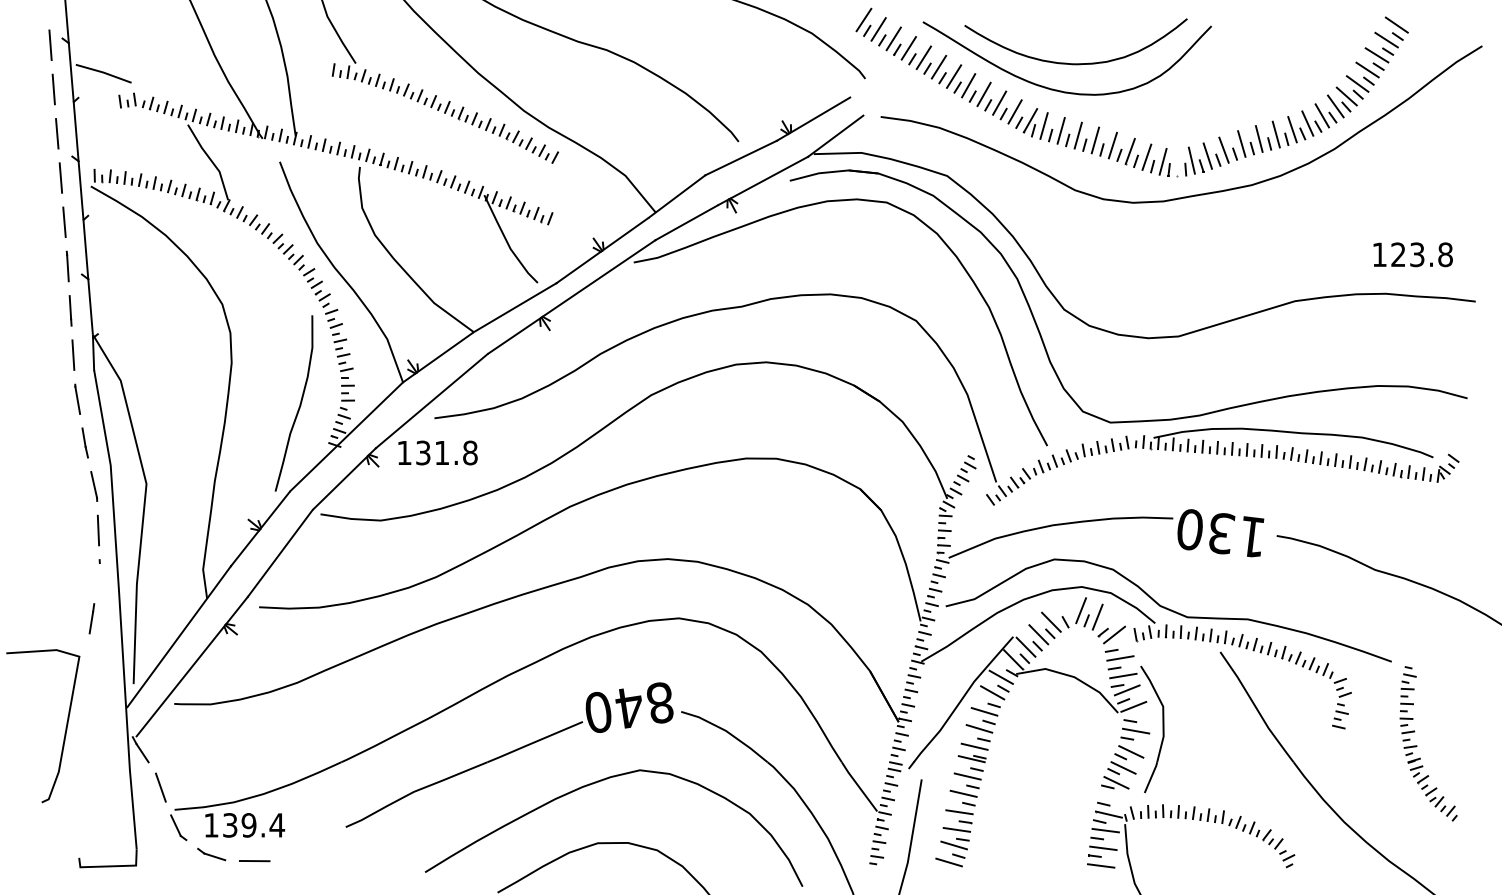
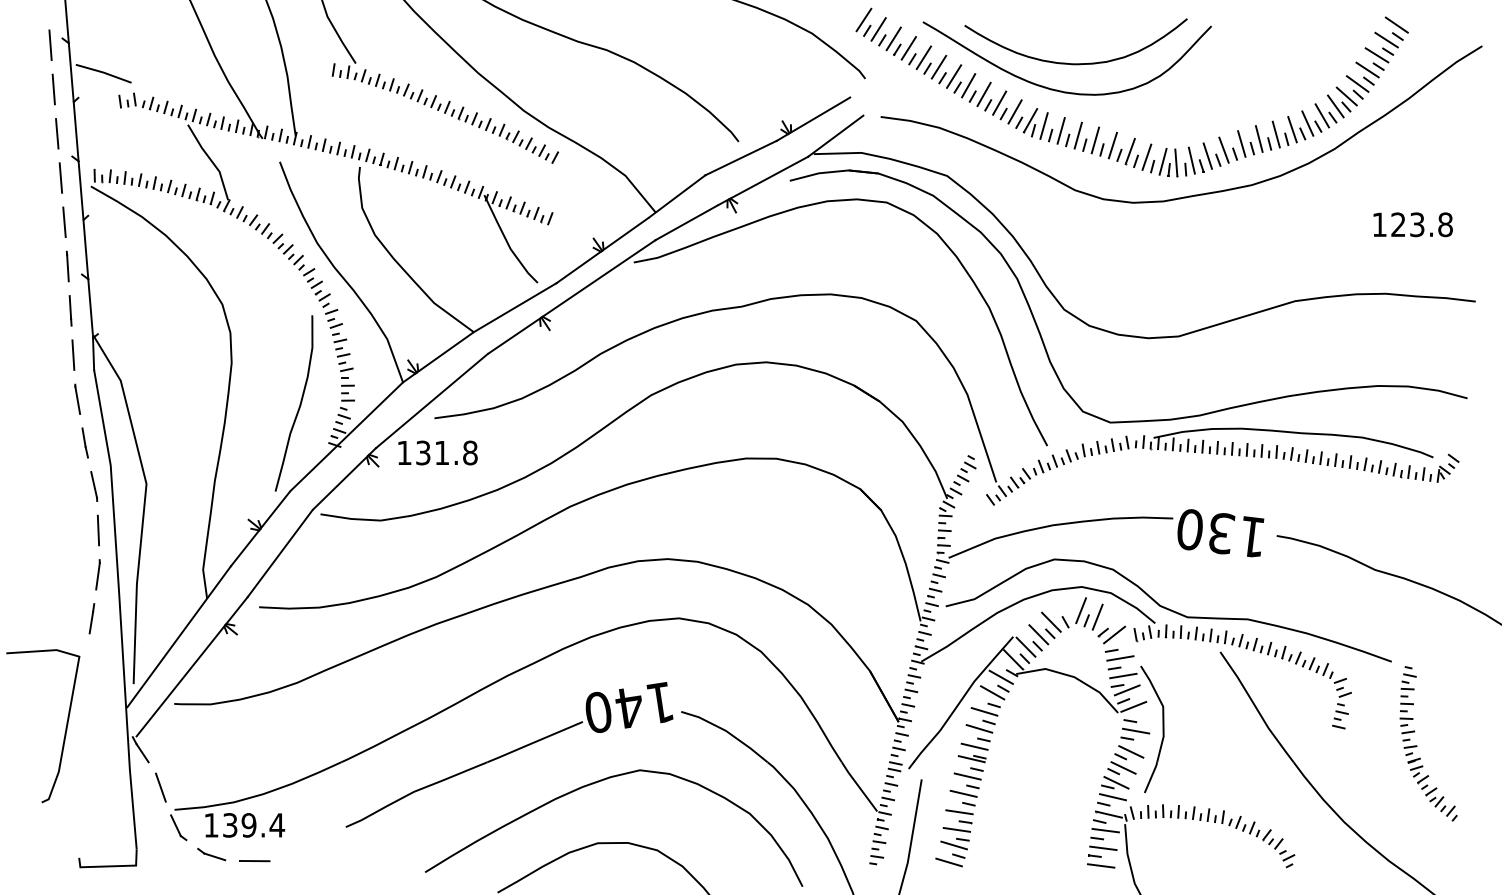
line at (1176, 162): none -> present
text at (1412, 254) position: (1412, 254) -> (1412, 224)
line at (97, 576): none -> present
text at (659, 702): 840 -> 140
line at (1112, 797): none -> present
